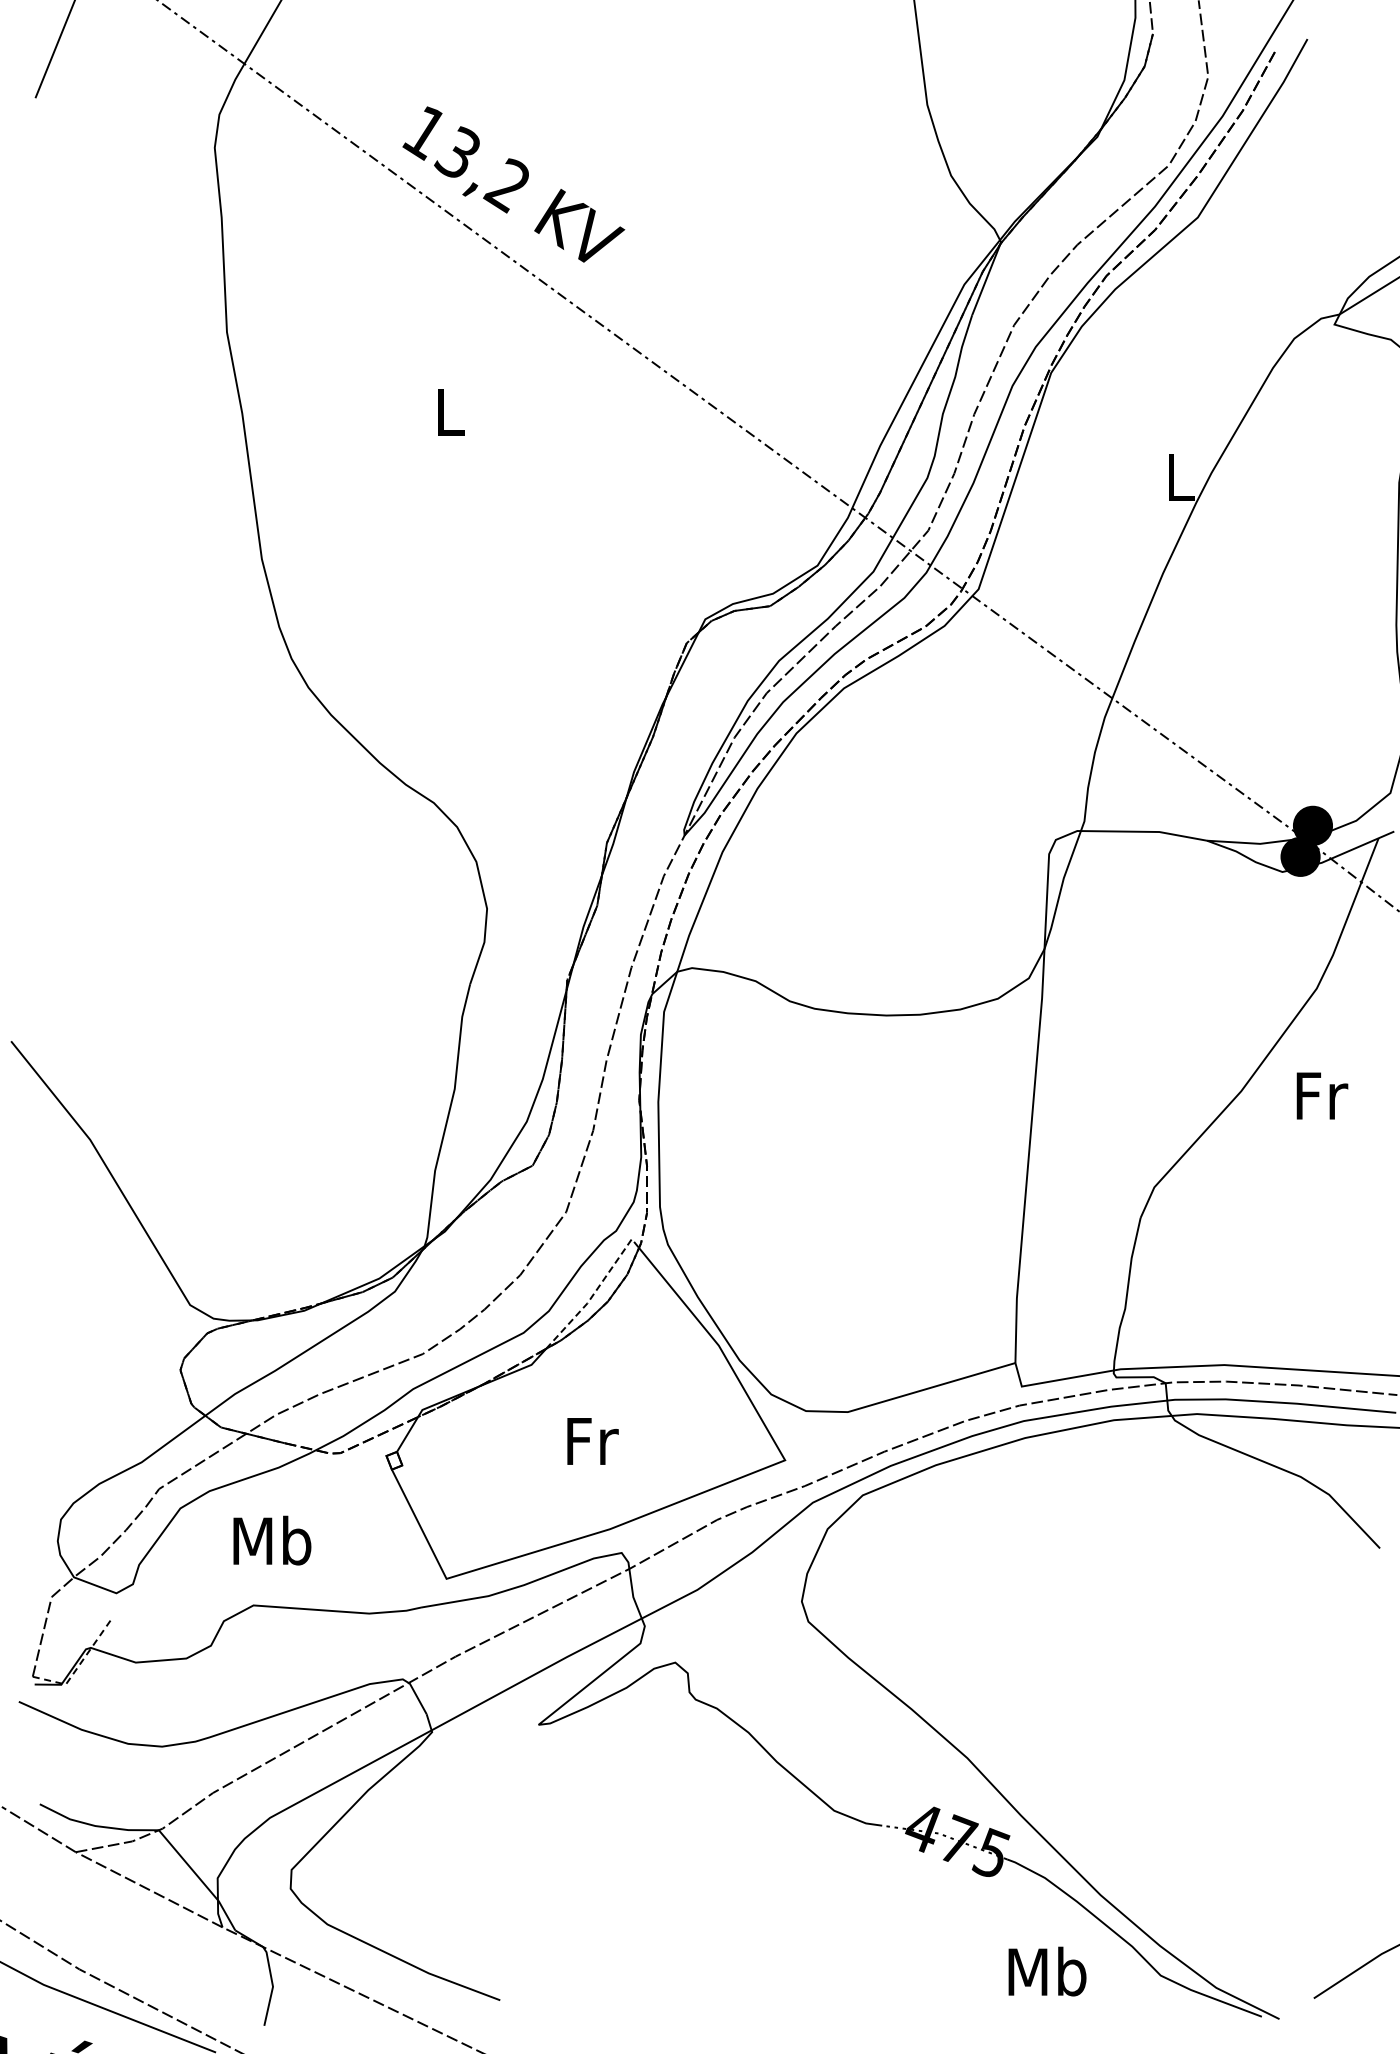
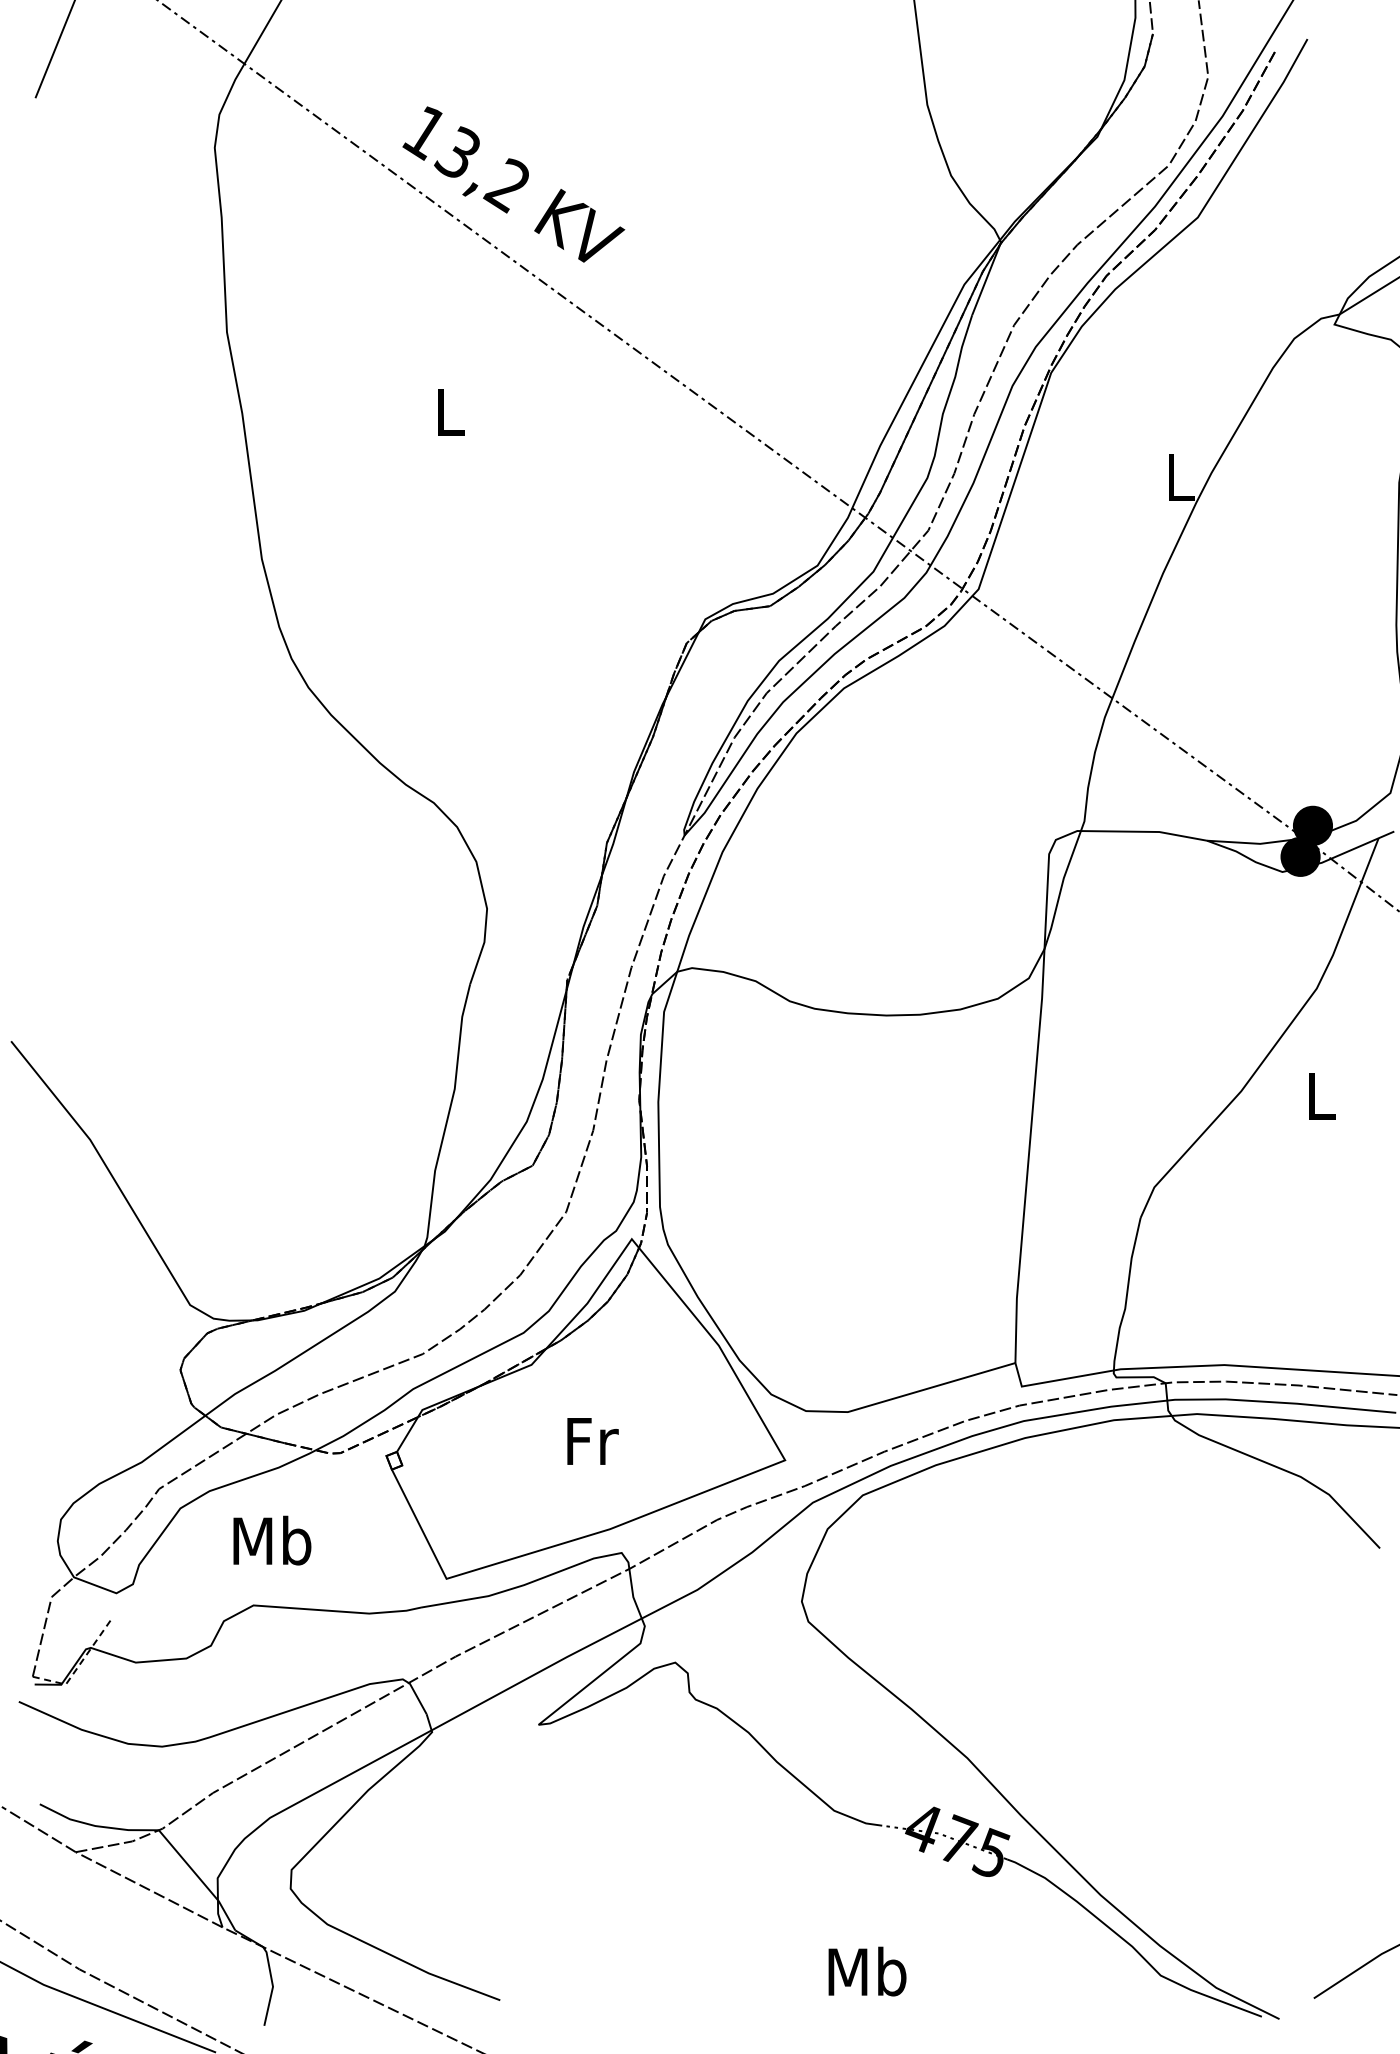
text at (1322, 1095): Fr -> L
line at (595, 1291): dashed -> solid
text at (1047, 1971) position: (1047, 1971) -> (867, 1971)
